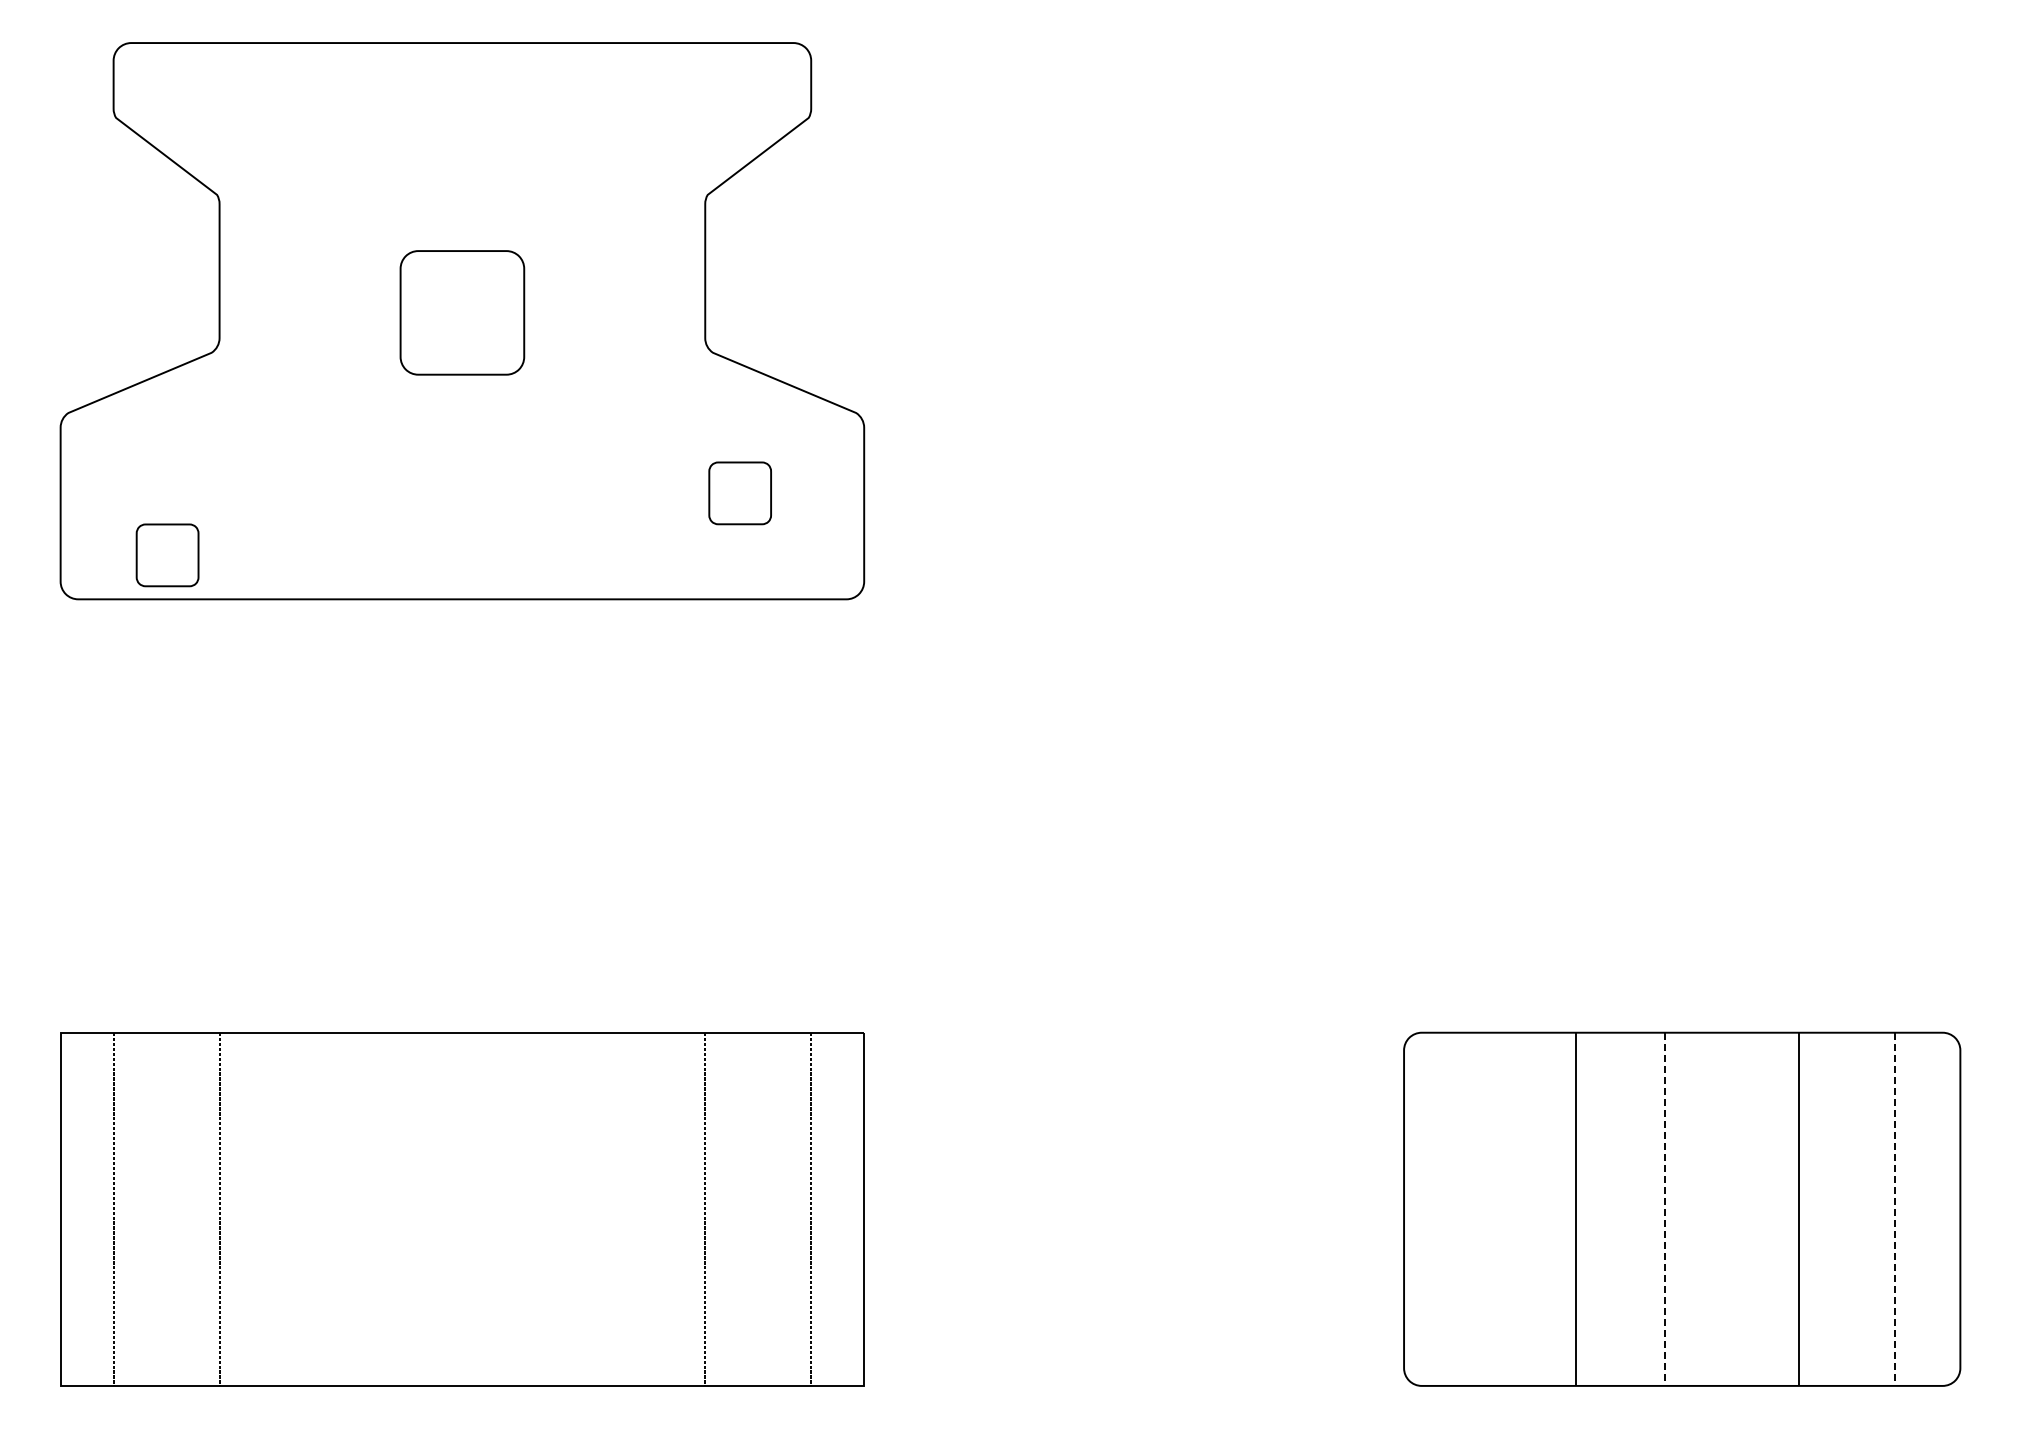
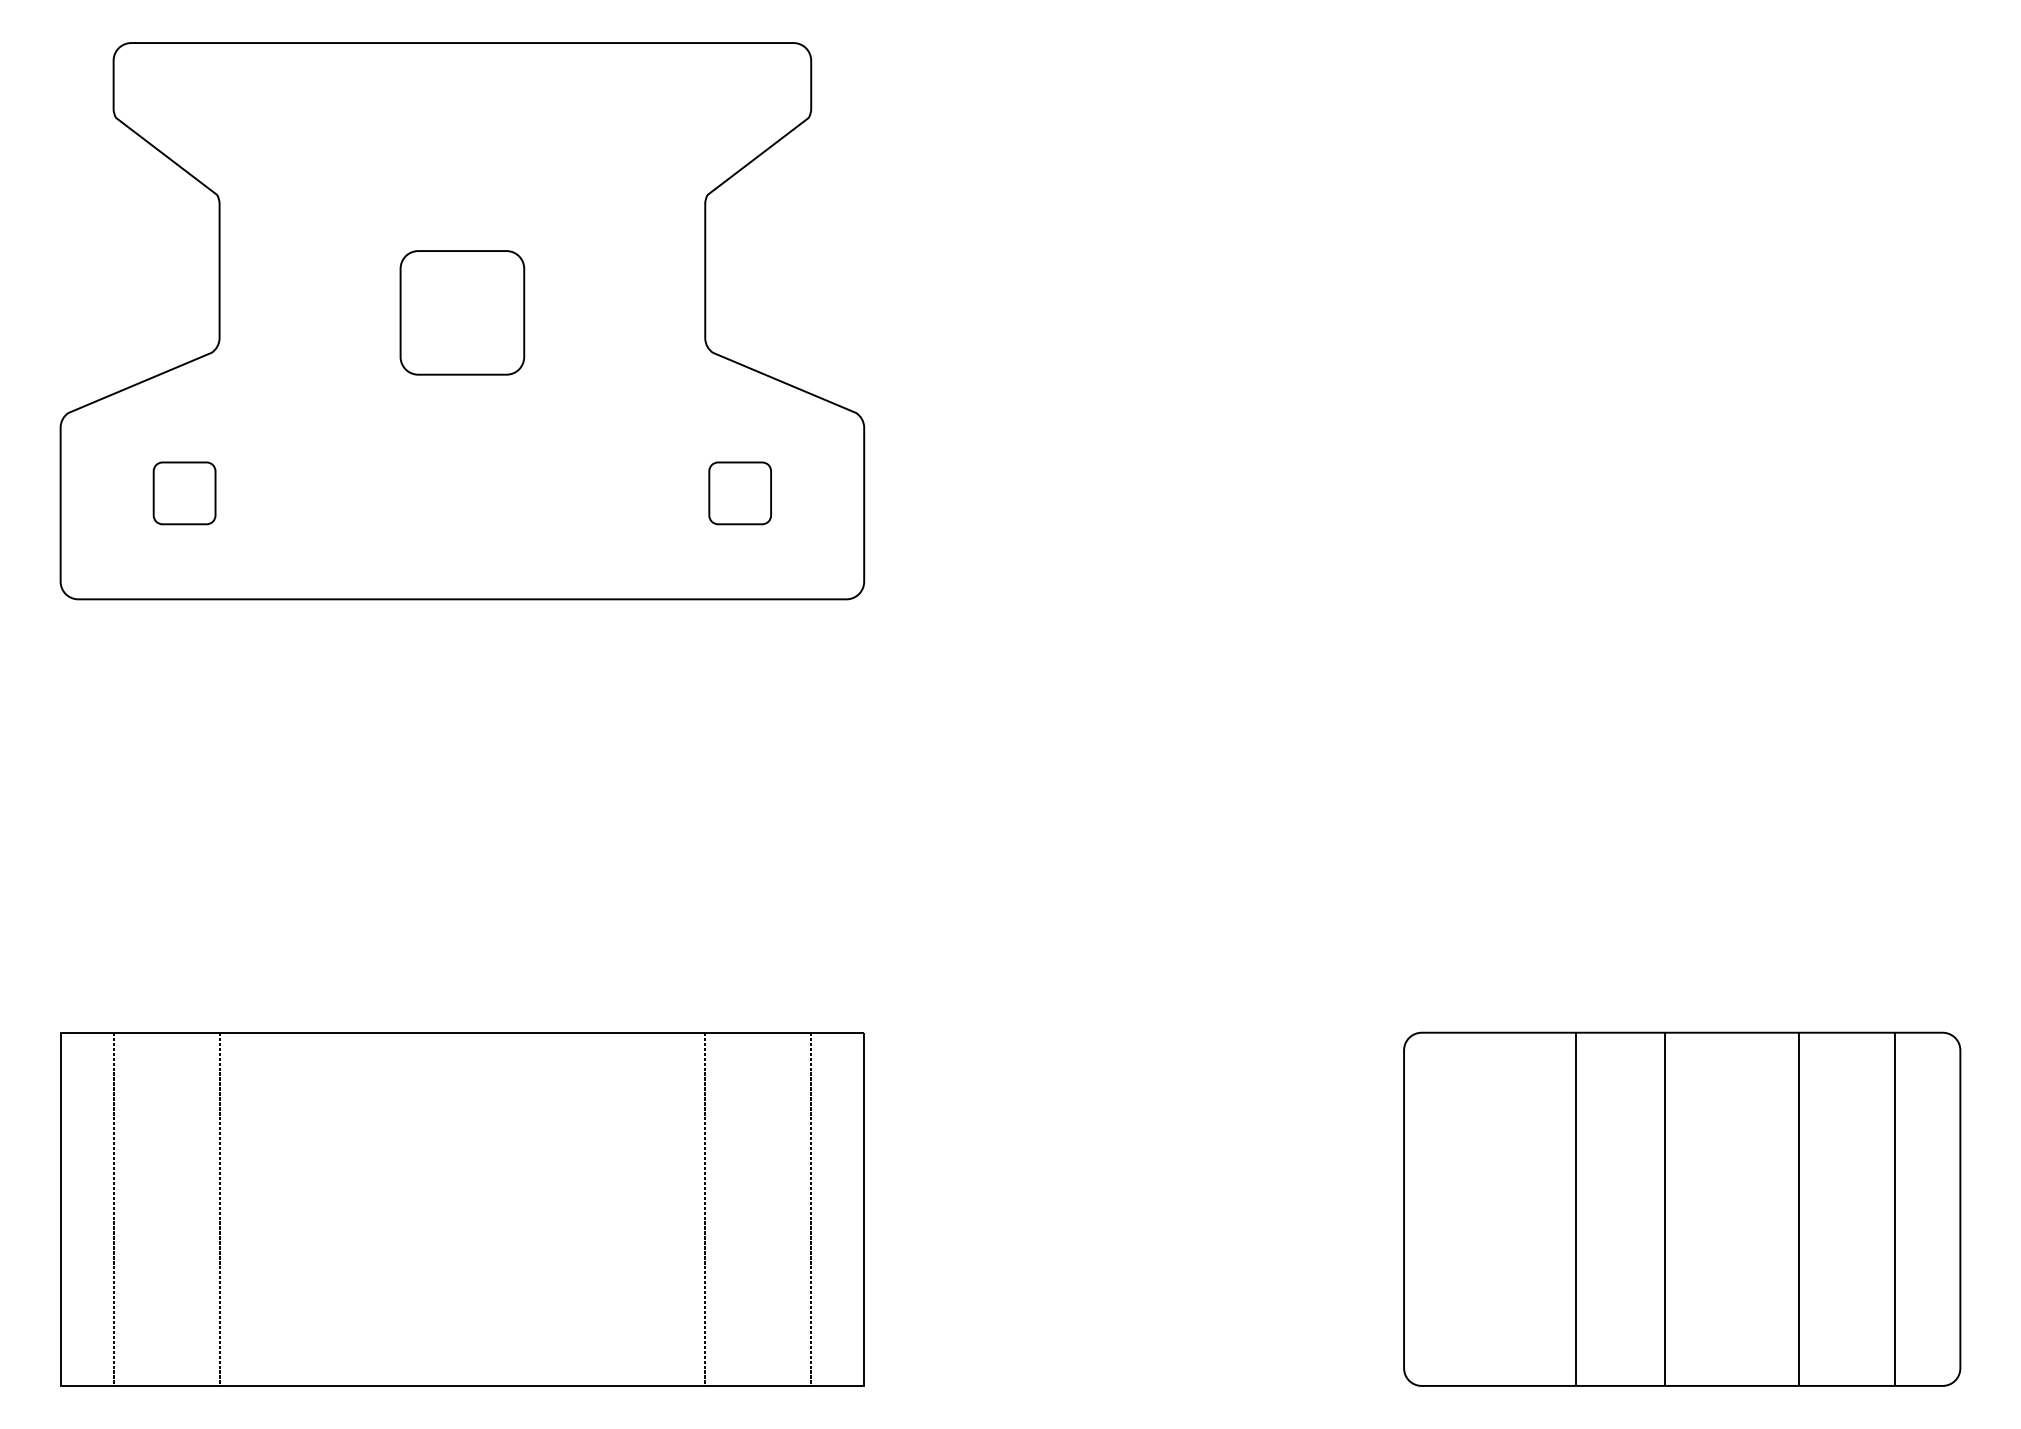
part at (167, 555) position: (167, 555) -> (184, 493)
line at (1665, 1209): dashed -> solid
line at (1894, 1209): dashed -> solid
